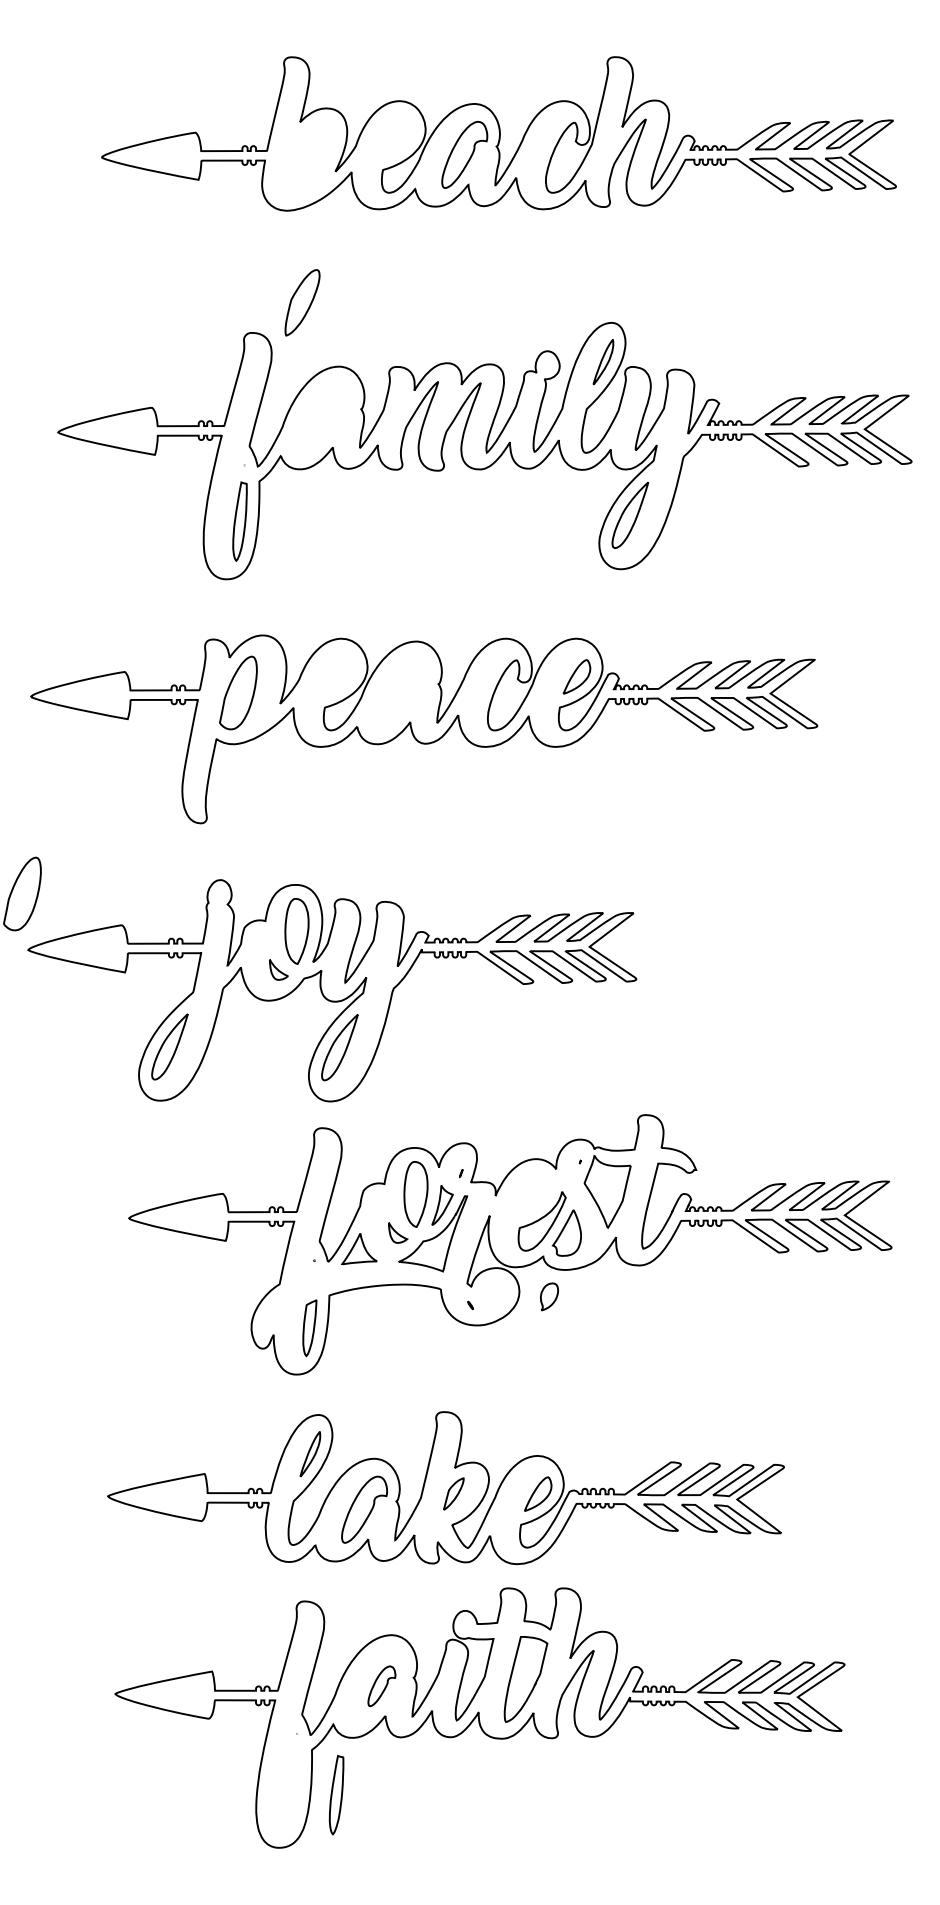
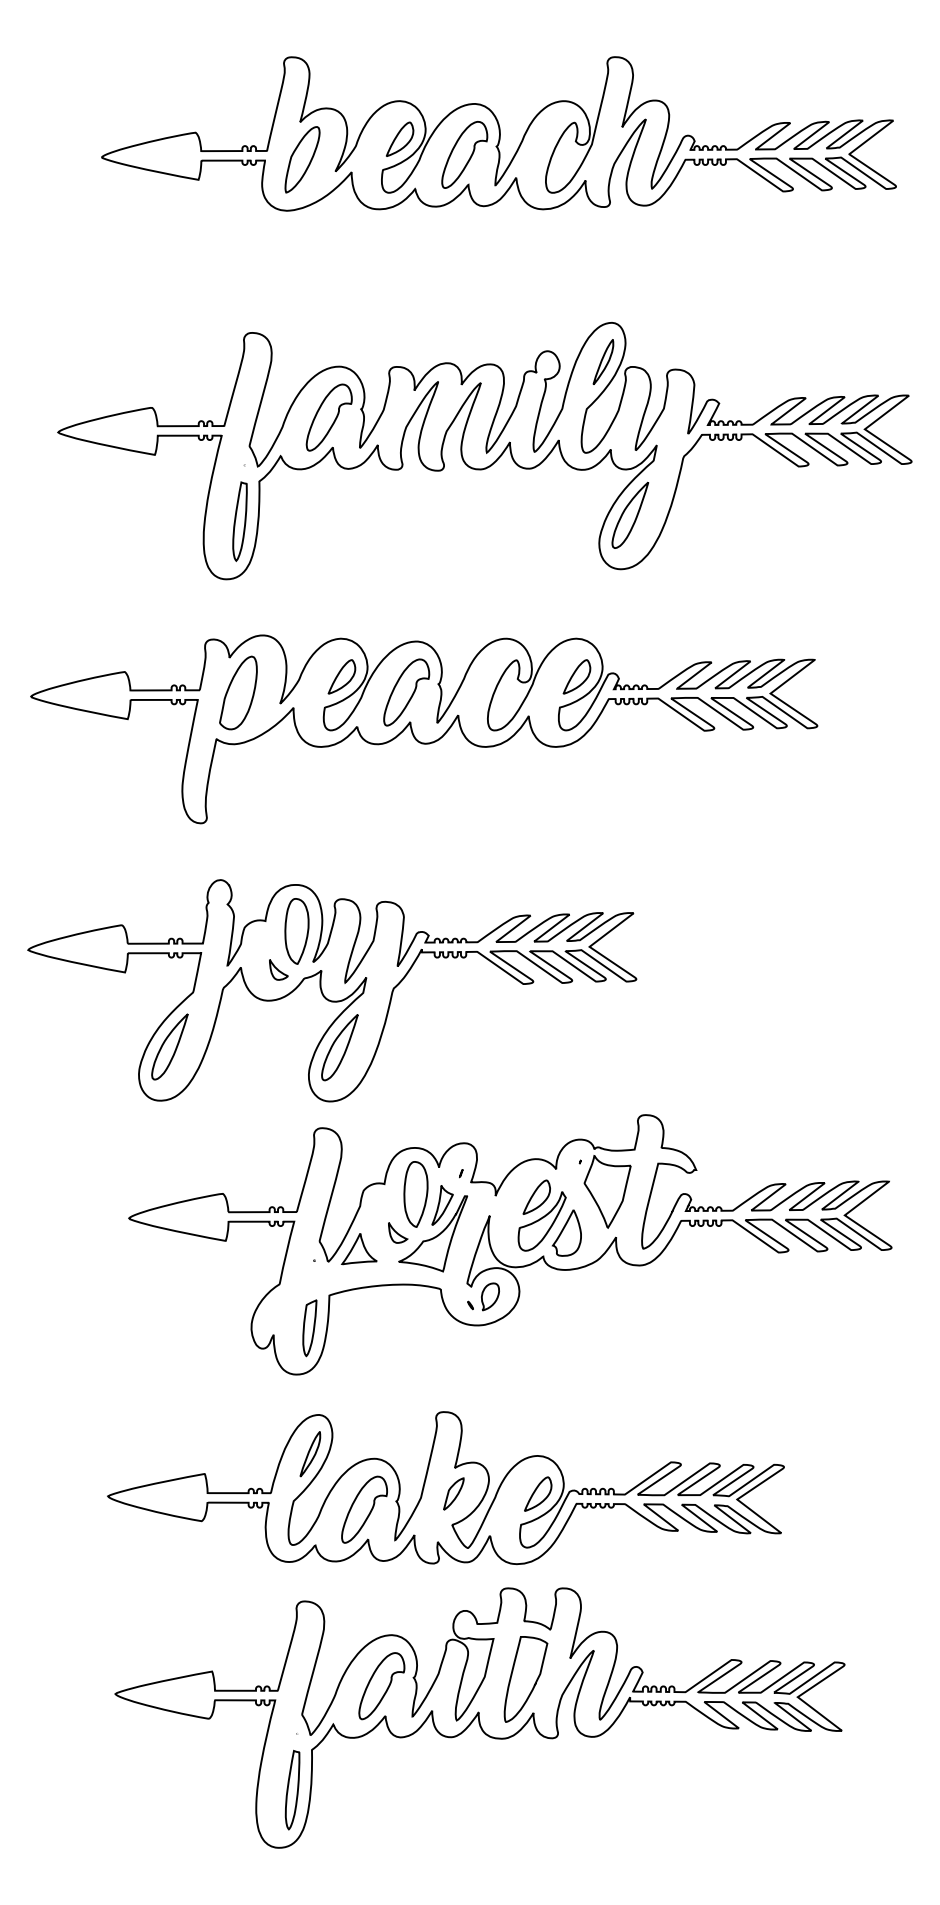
part at (400, 138): none -> present
part at (302, 302) position: (302, 302) -> (302, 159)
part at (328, 417): none -> present
part at (341, 676): none -> present
part at (406, 692): none -> present
part at (22, 893): present -> none
part at (536, 1196): none -> present
part at (549, 1296) position: (549, 1296) -> (490, 1296)
part at (381, 1685) size: 30x42 px -> 48x69 px
part at (336, 1794) position: (336, 1794) -> (292, 1789)
